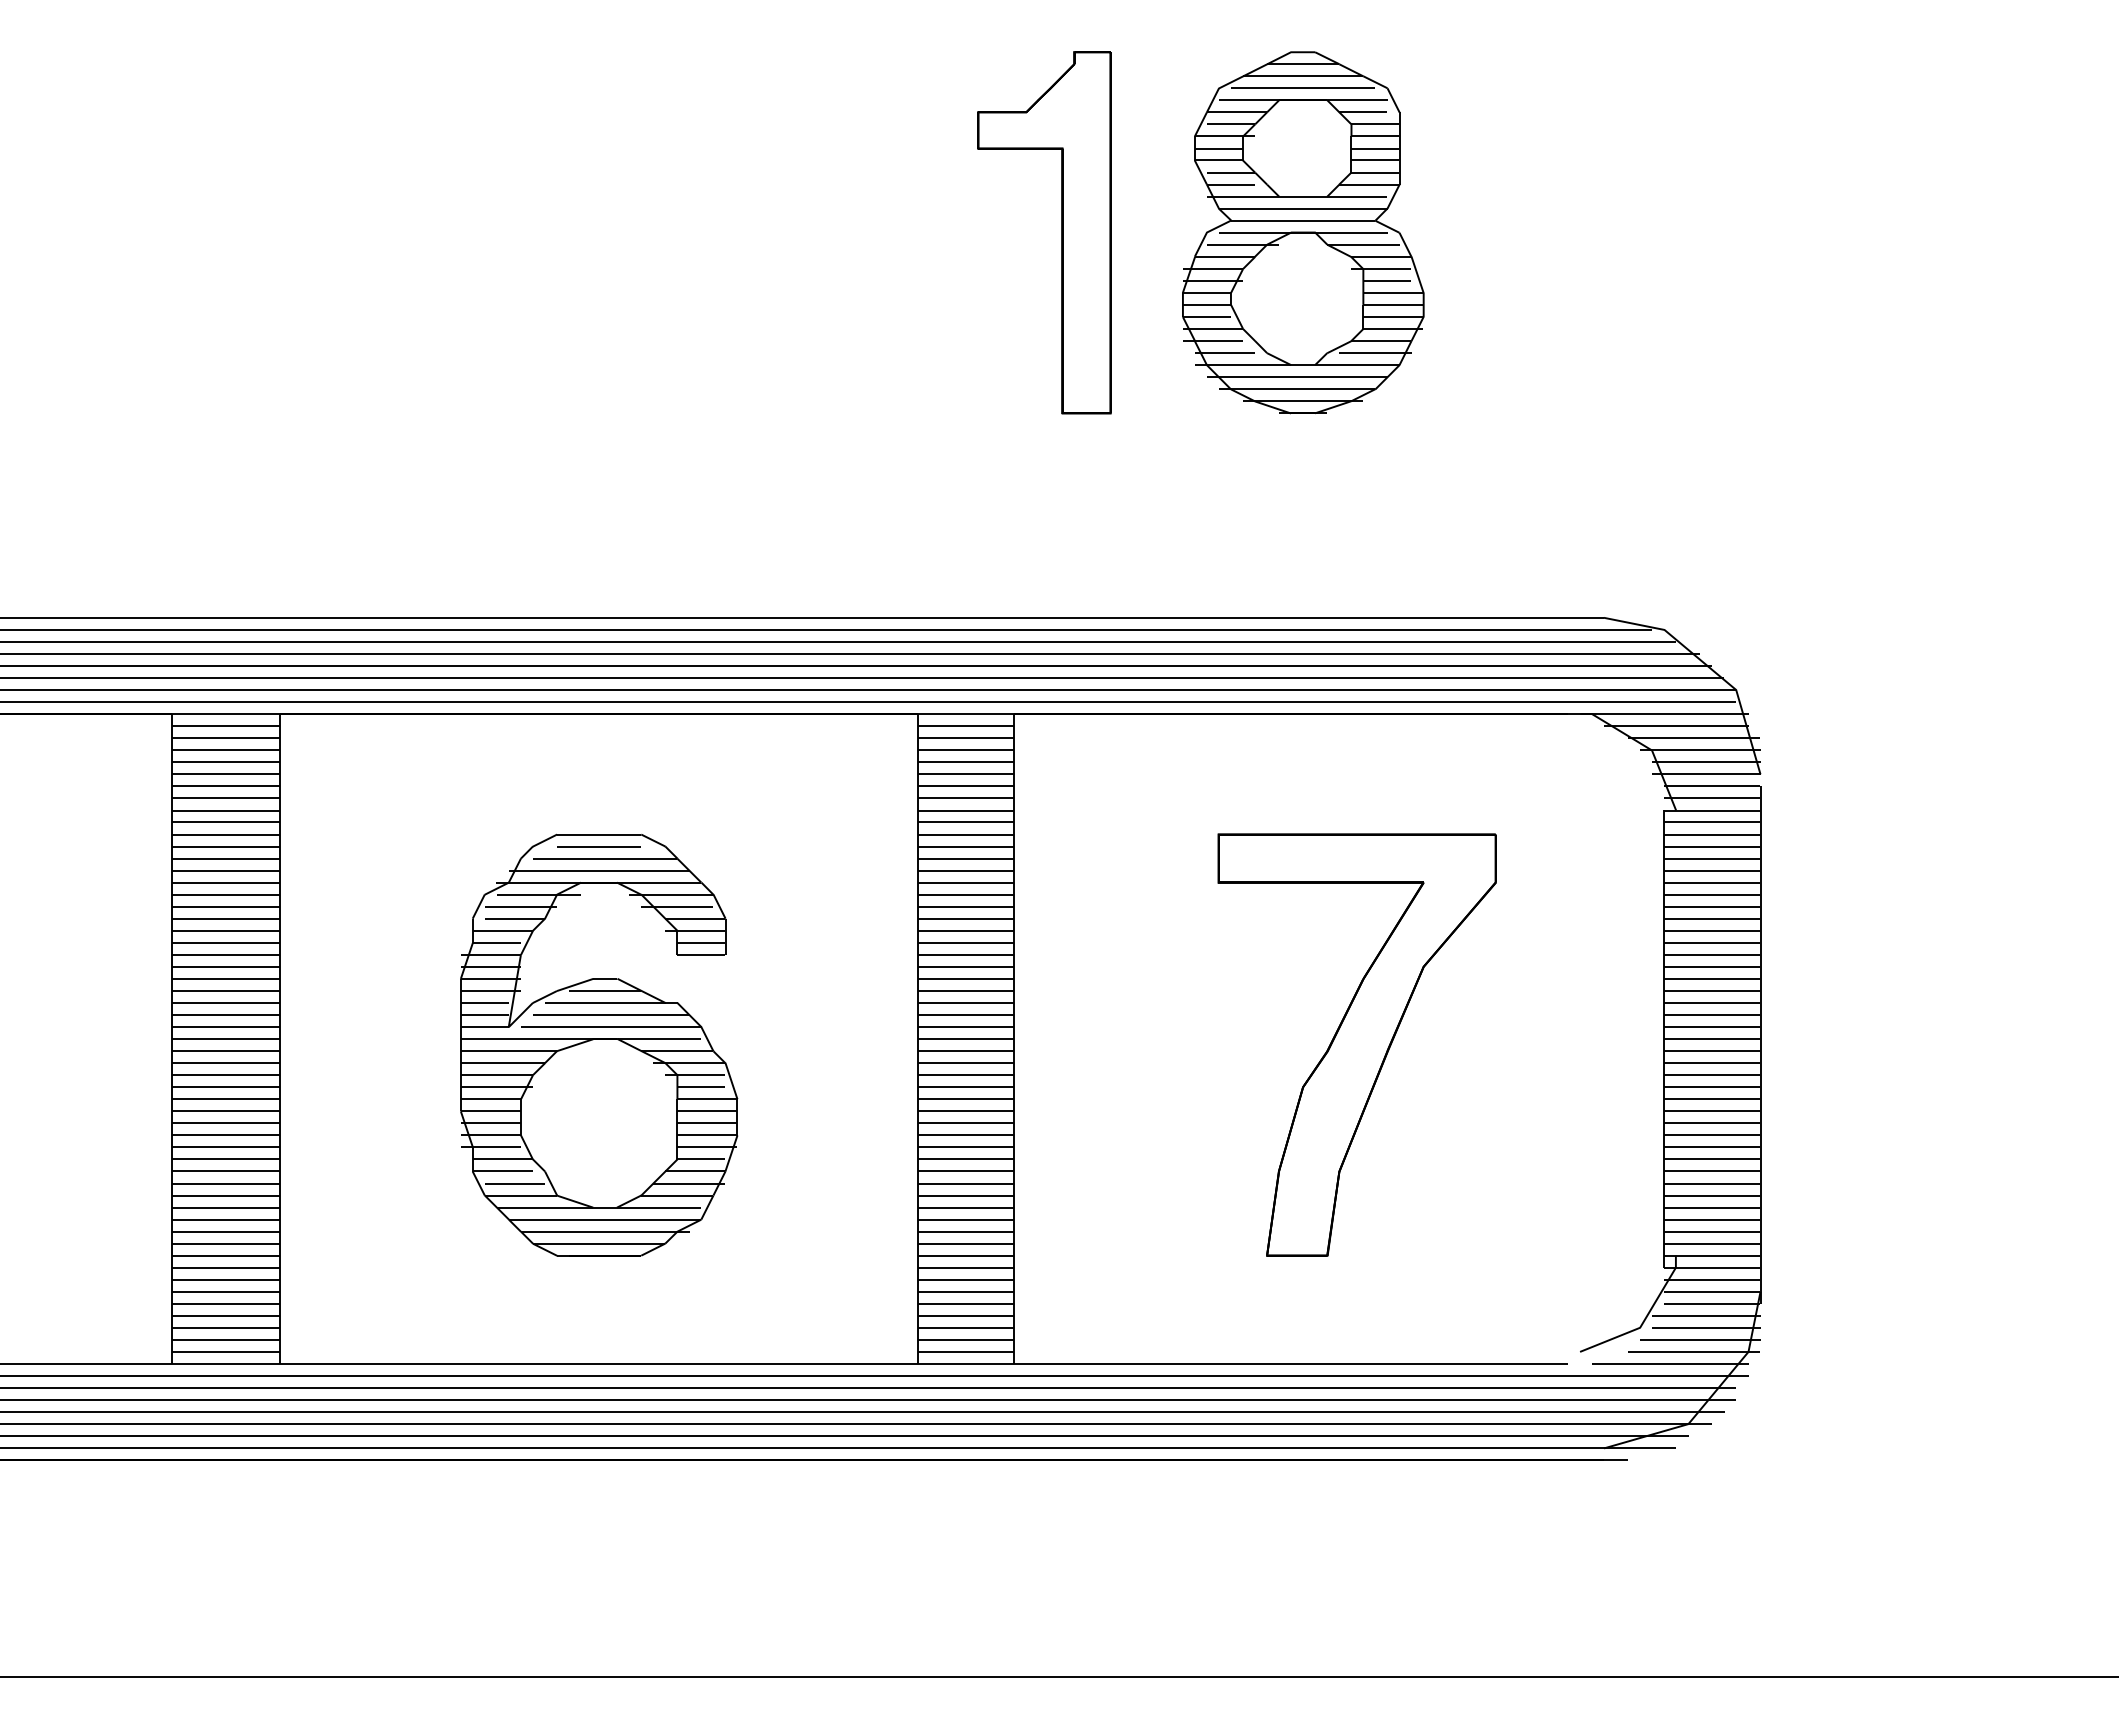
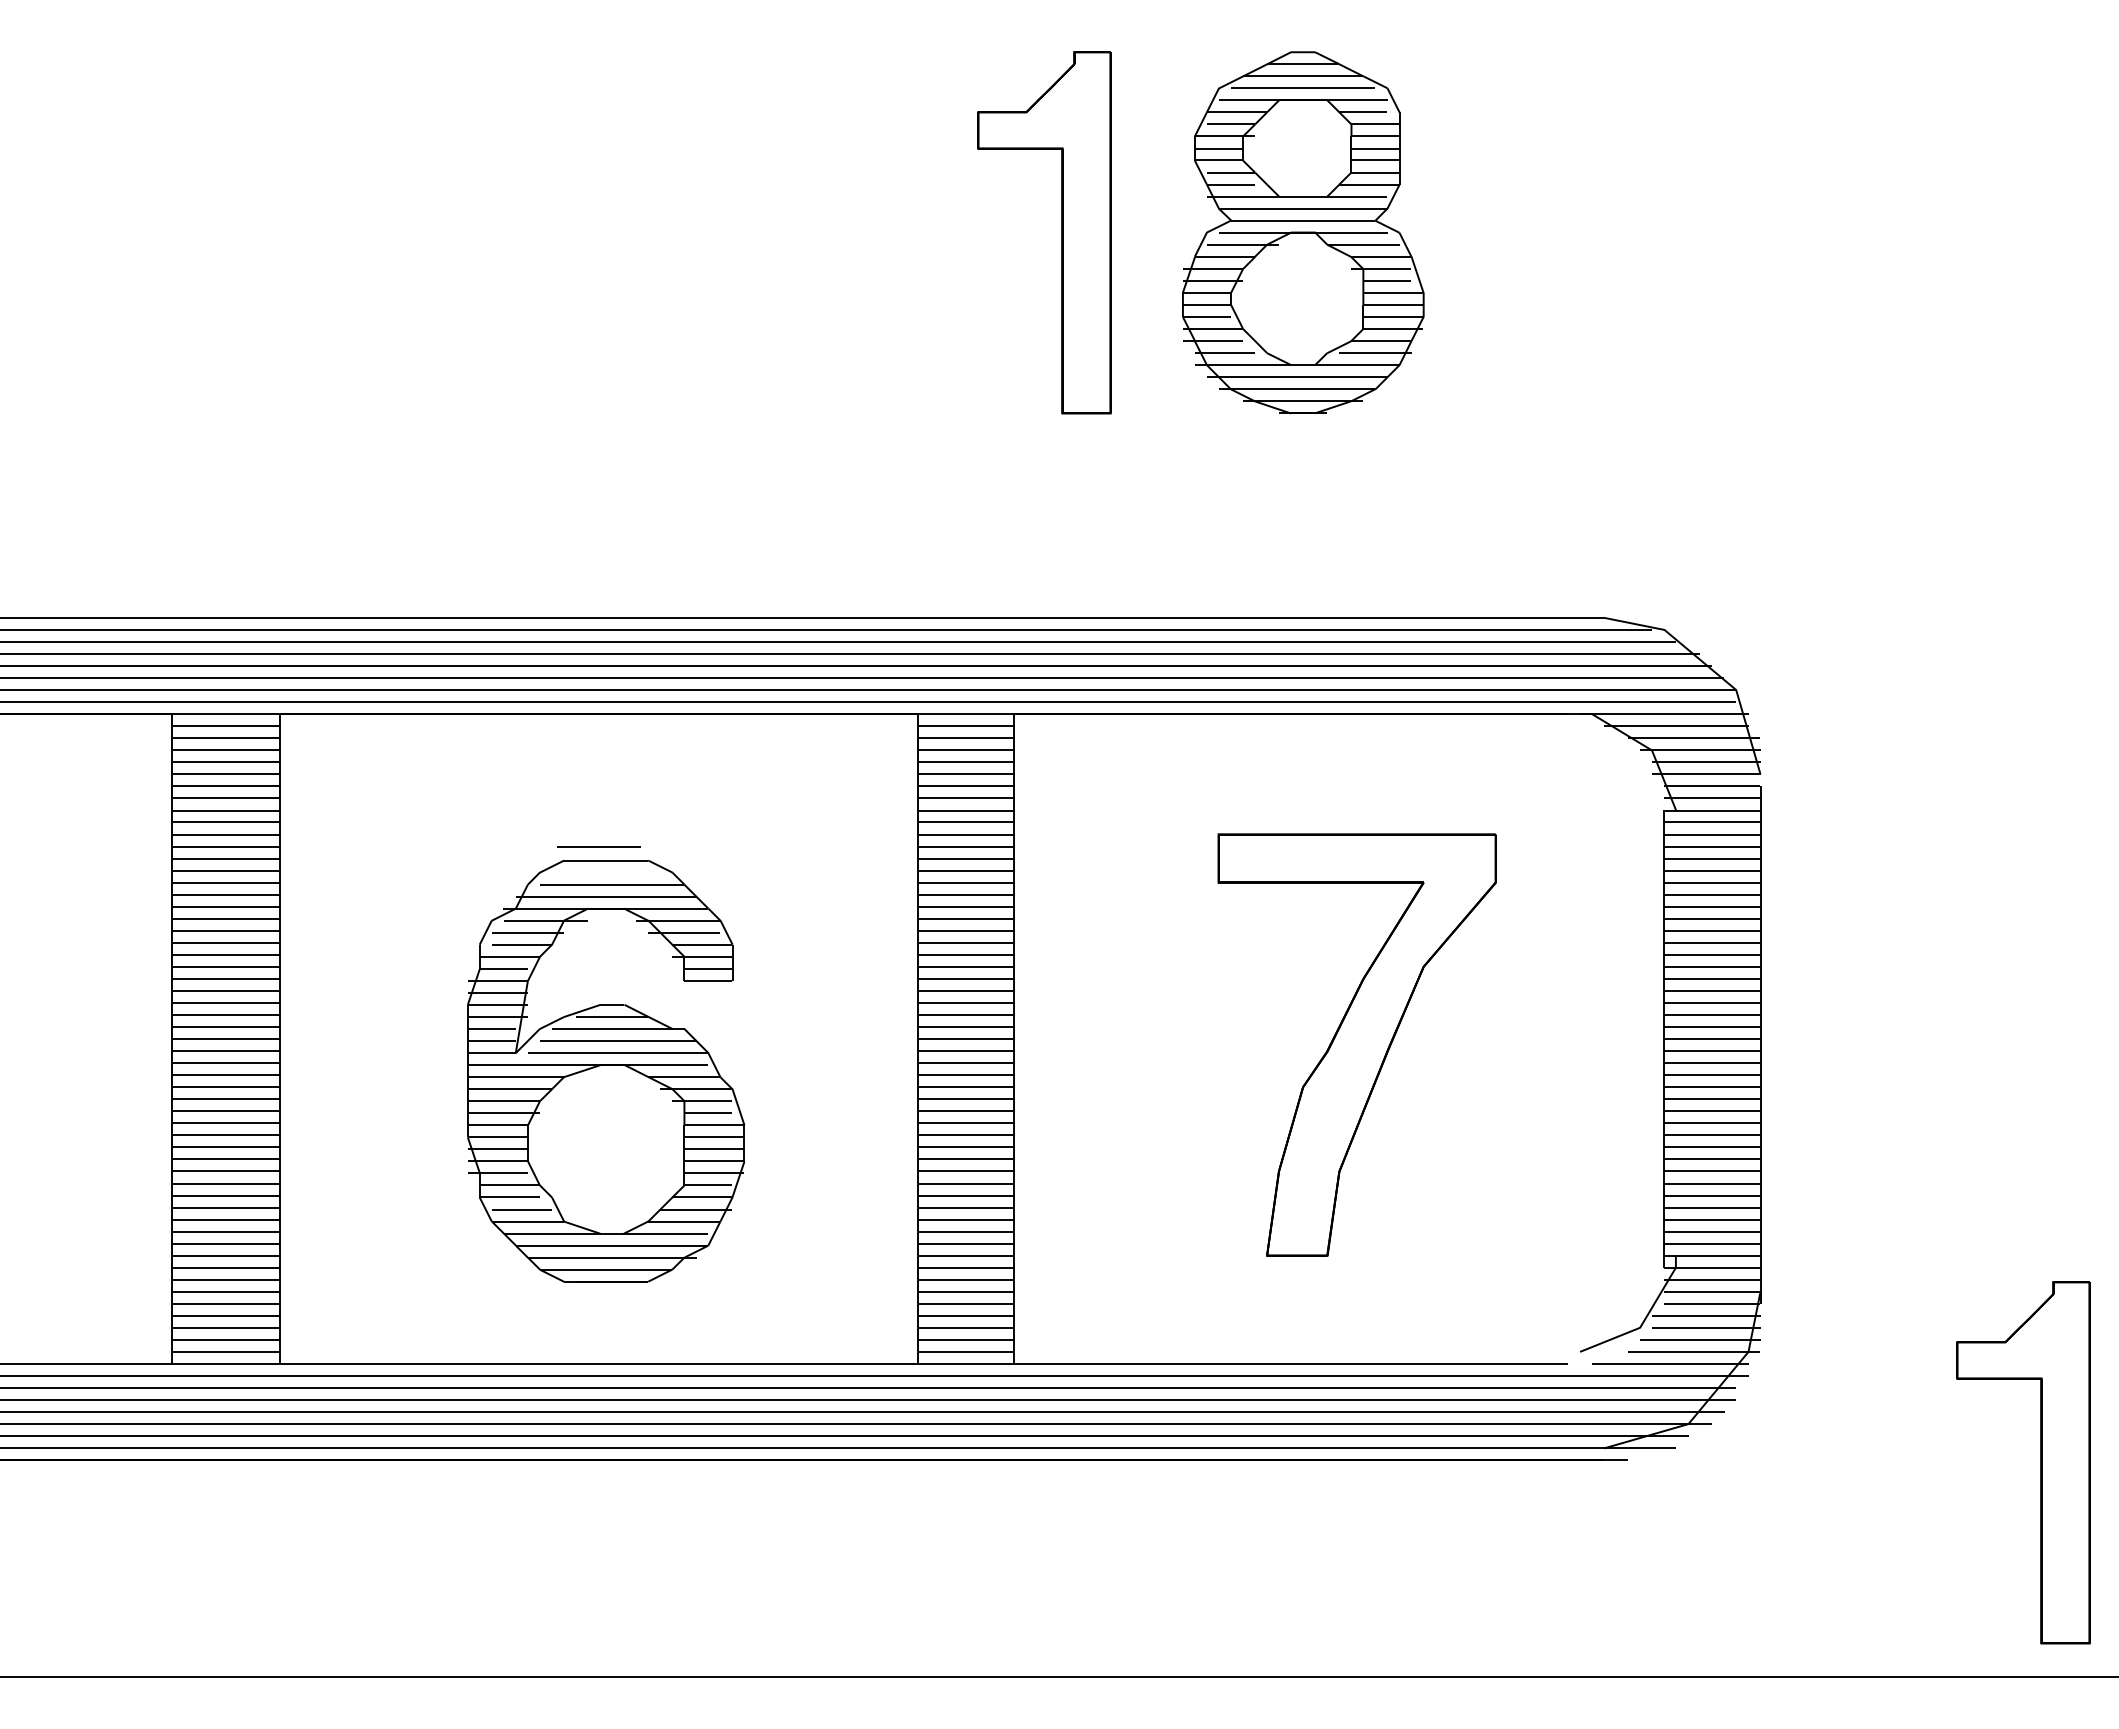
part at (599, 1044) position: (599, 1044) -> (606, 1070)
part at (2040, 1462): none -> present
